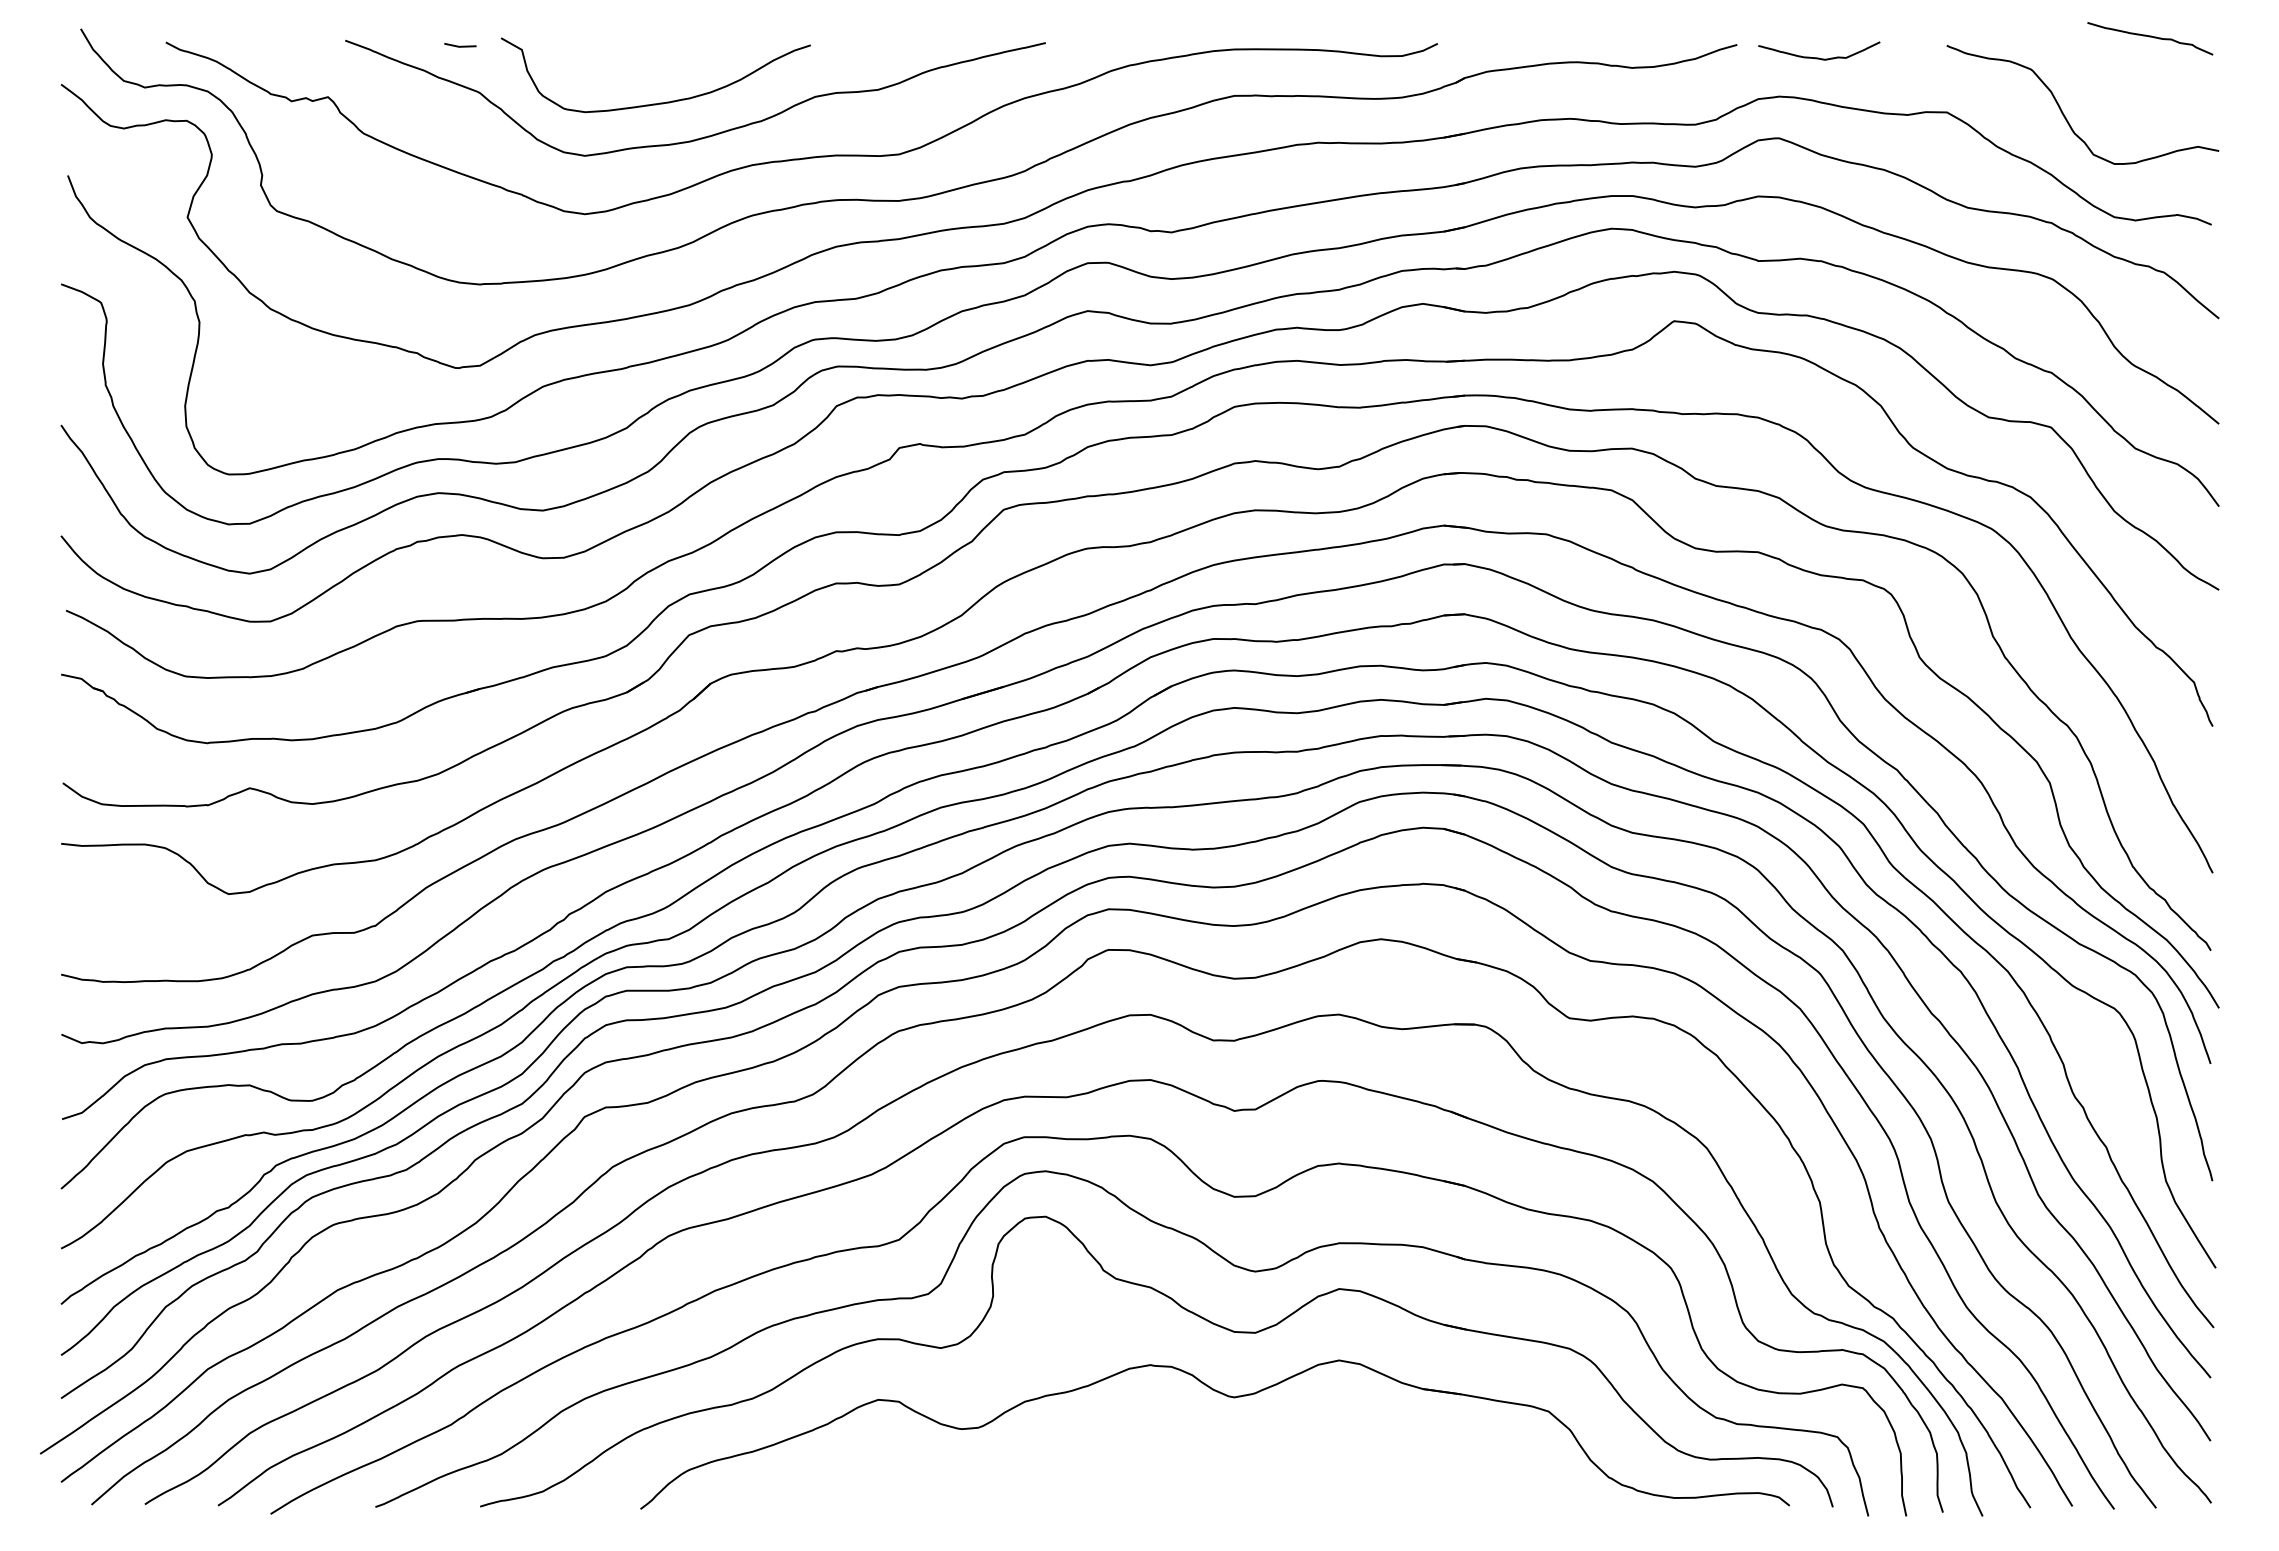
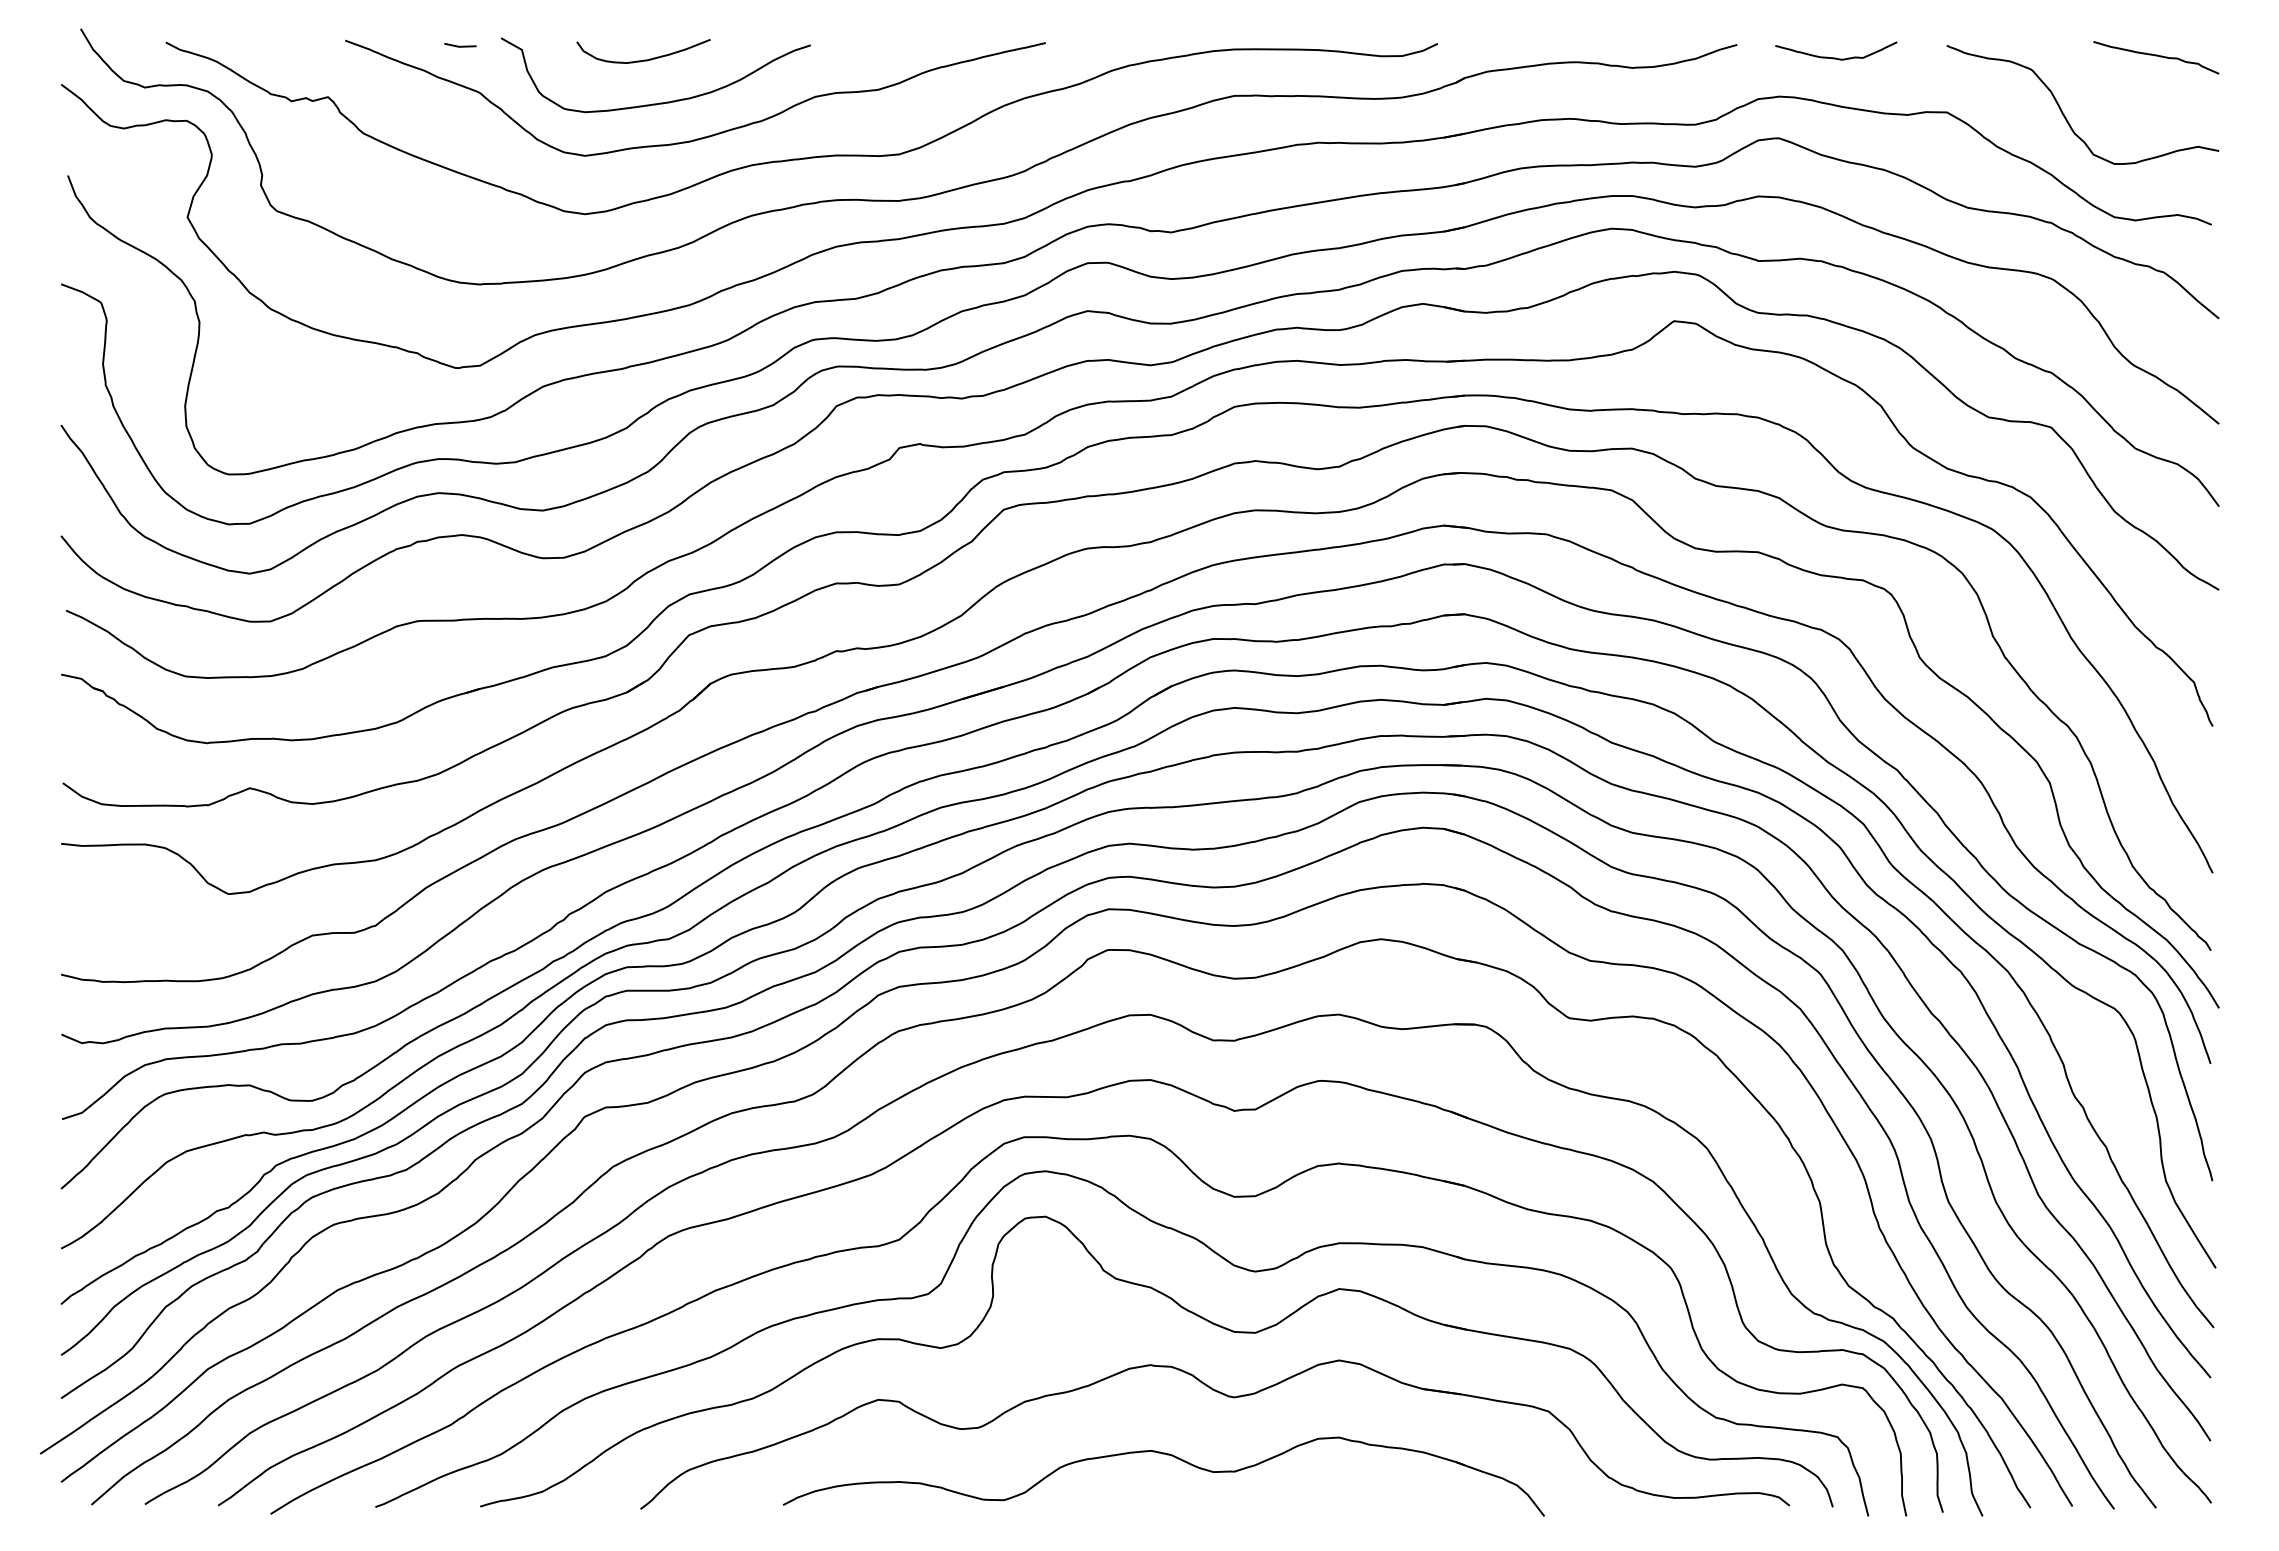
curve at (2150, 37) position: (2150, 37) -> (2156, 56)
curve at (1819, 57) position: (1819, 57) -> (1836, 57)
curve at (643, 59): none -> present
part at (1167, 1455): none -> present
